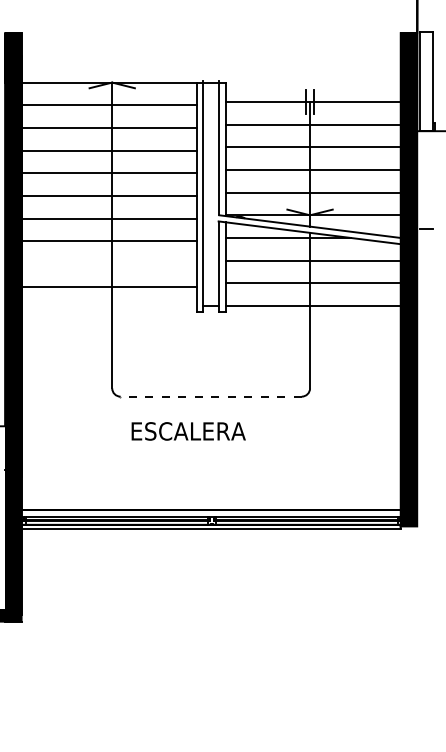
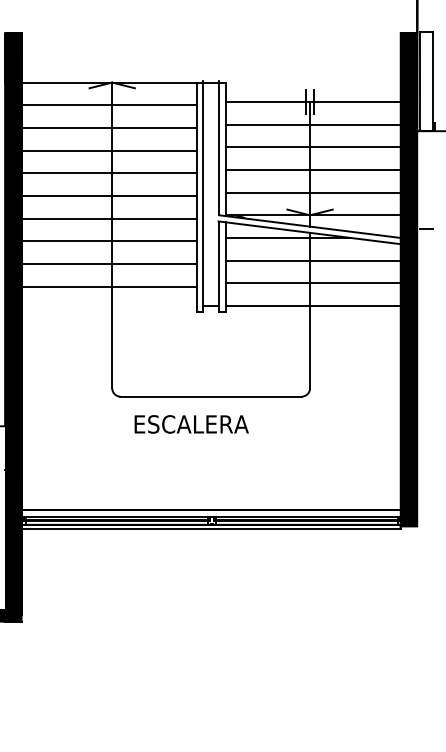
line at (108, 263): none -> present
line at (211, 396): dashed -> solid
text at (188, 431) position: (188, 431) -> (191, 424)
